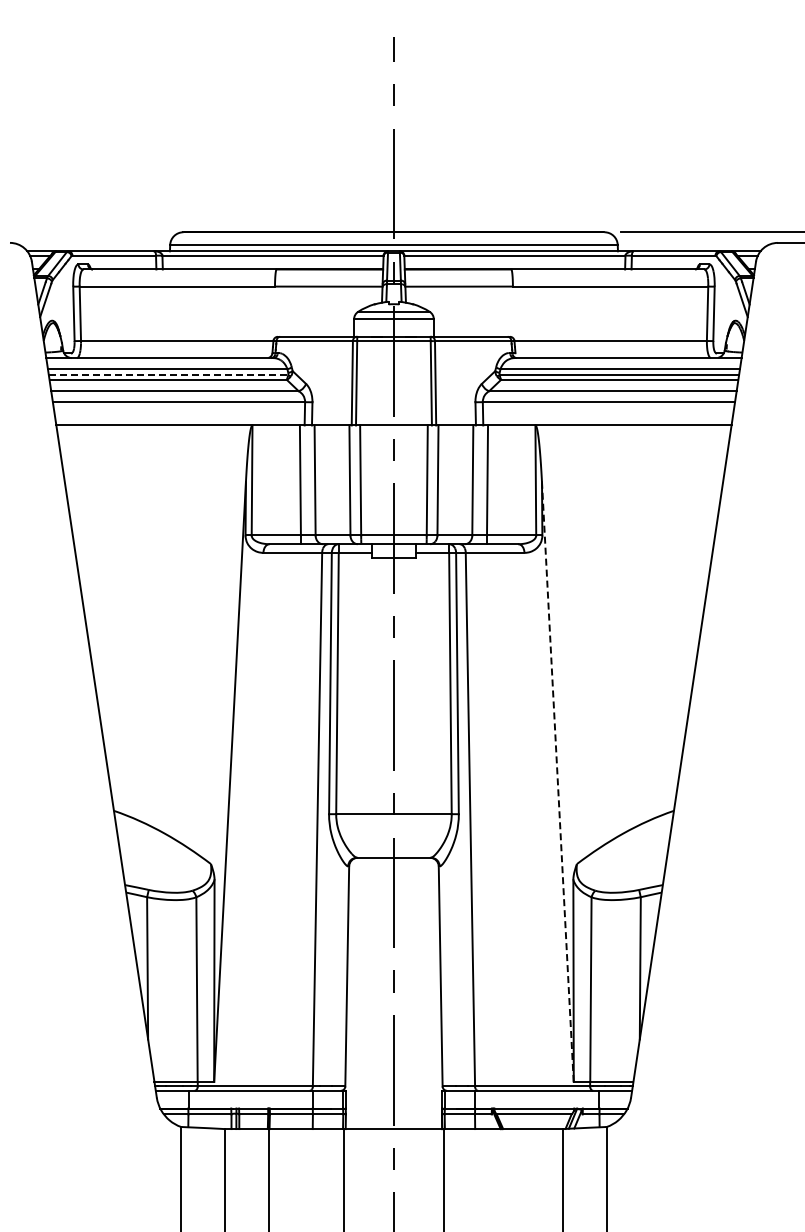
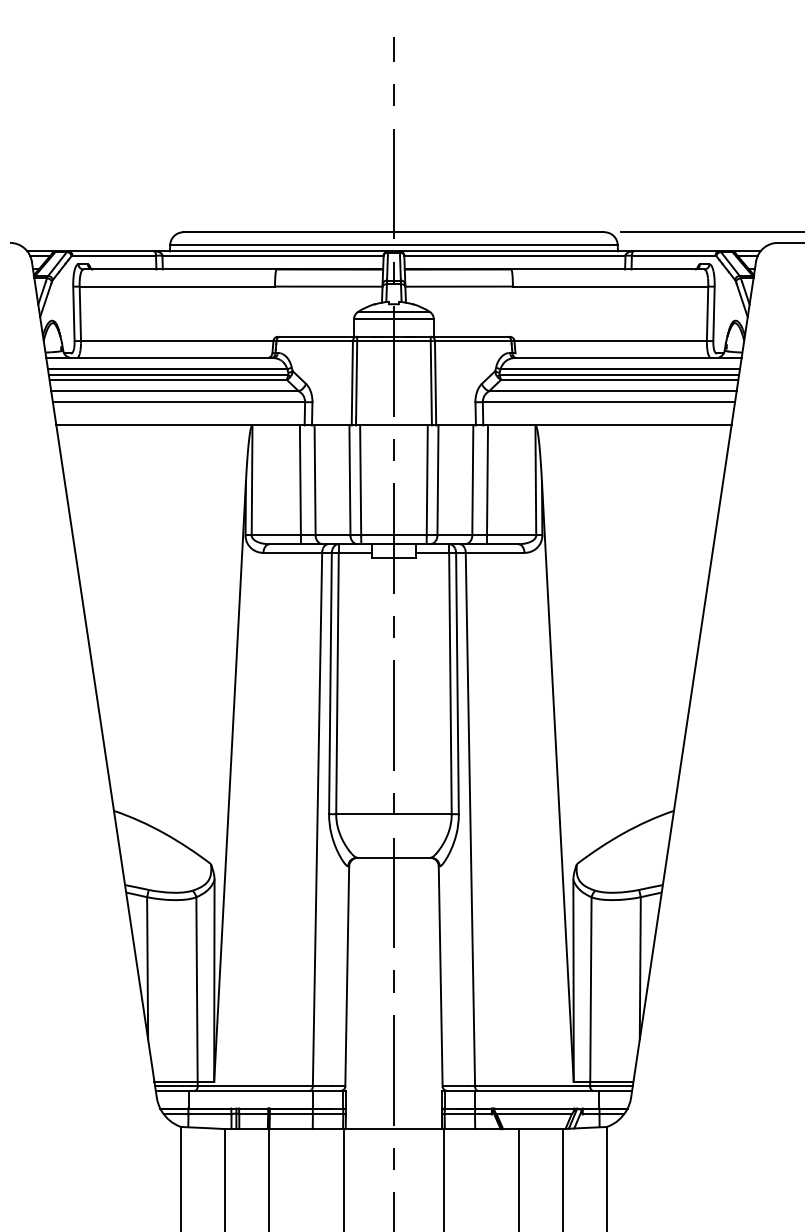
line at (168, 375): dashed -> solid
line at (557, 781): dashed -> solid
line at (519, 1178): none -> present
